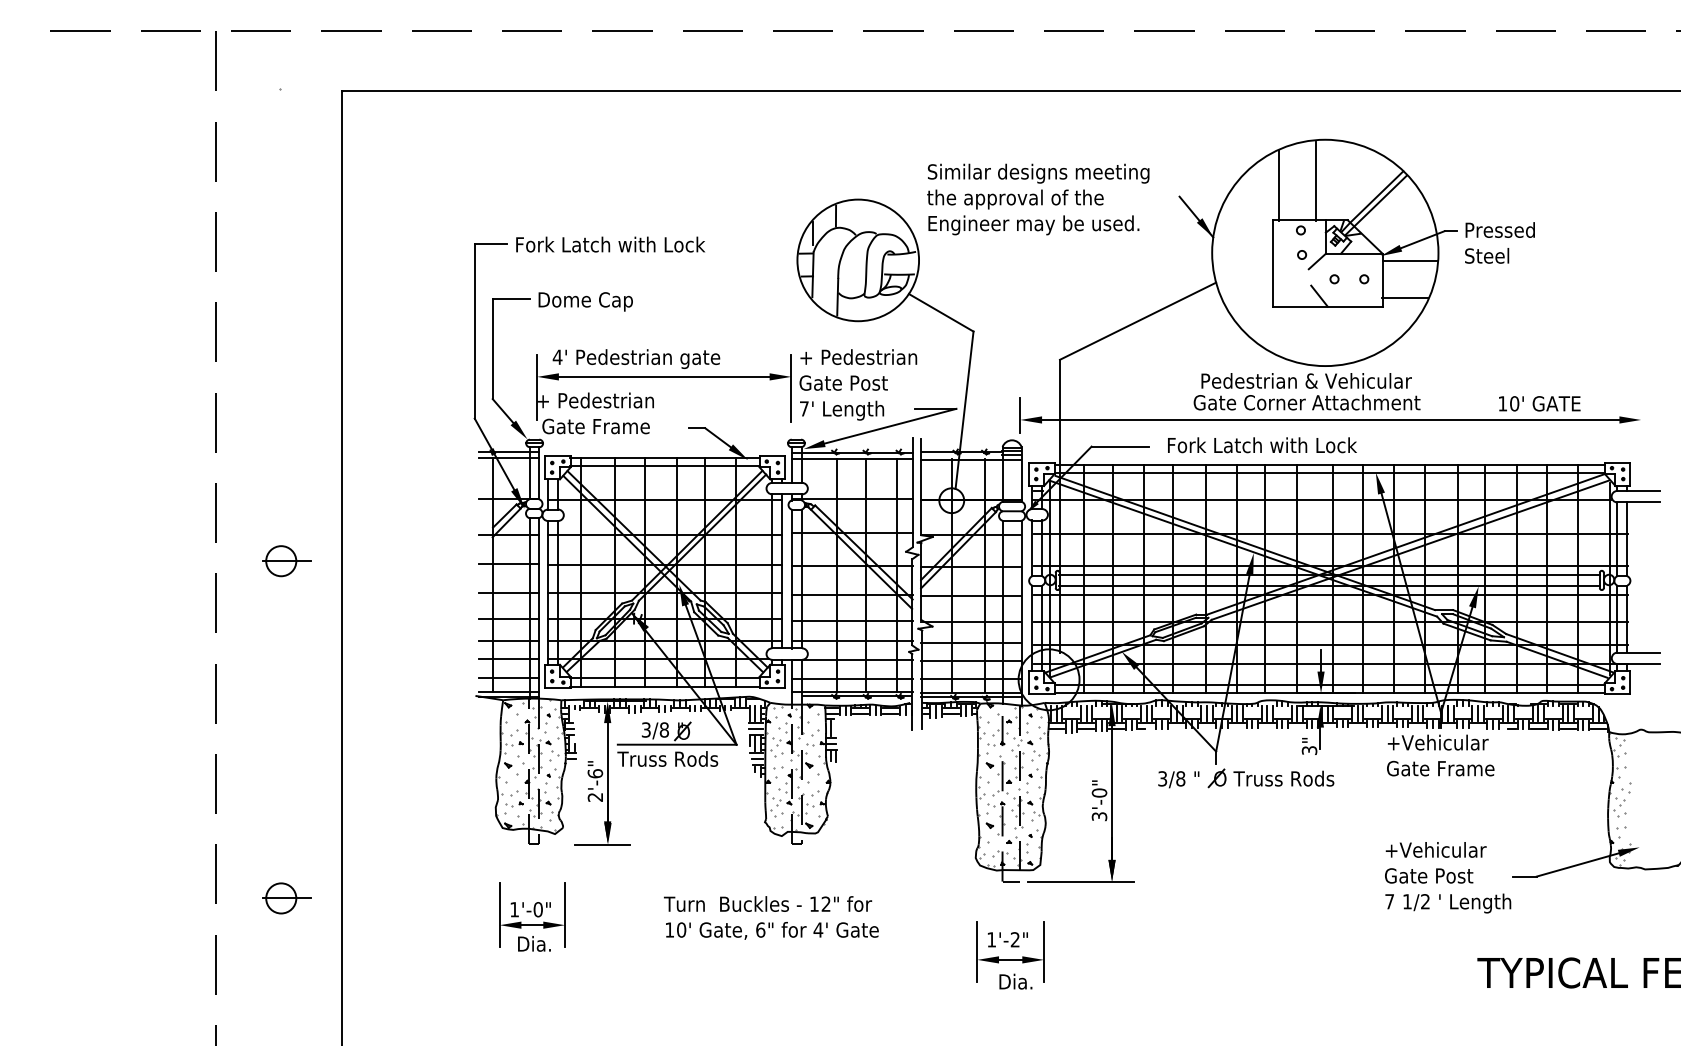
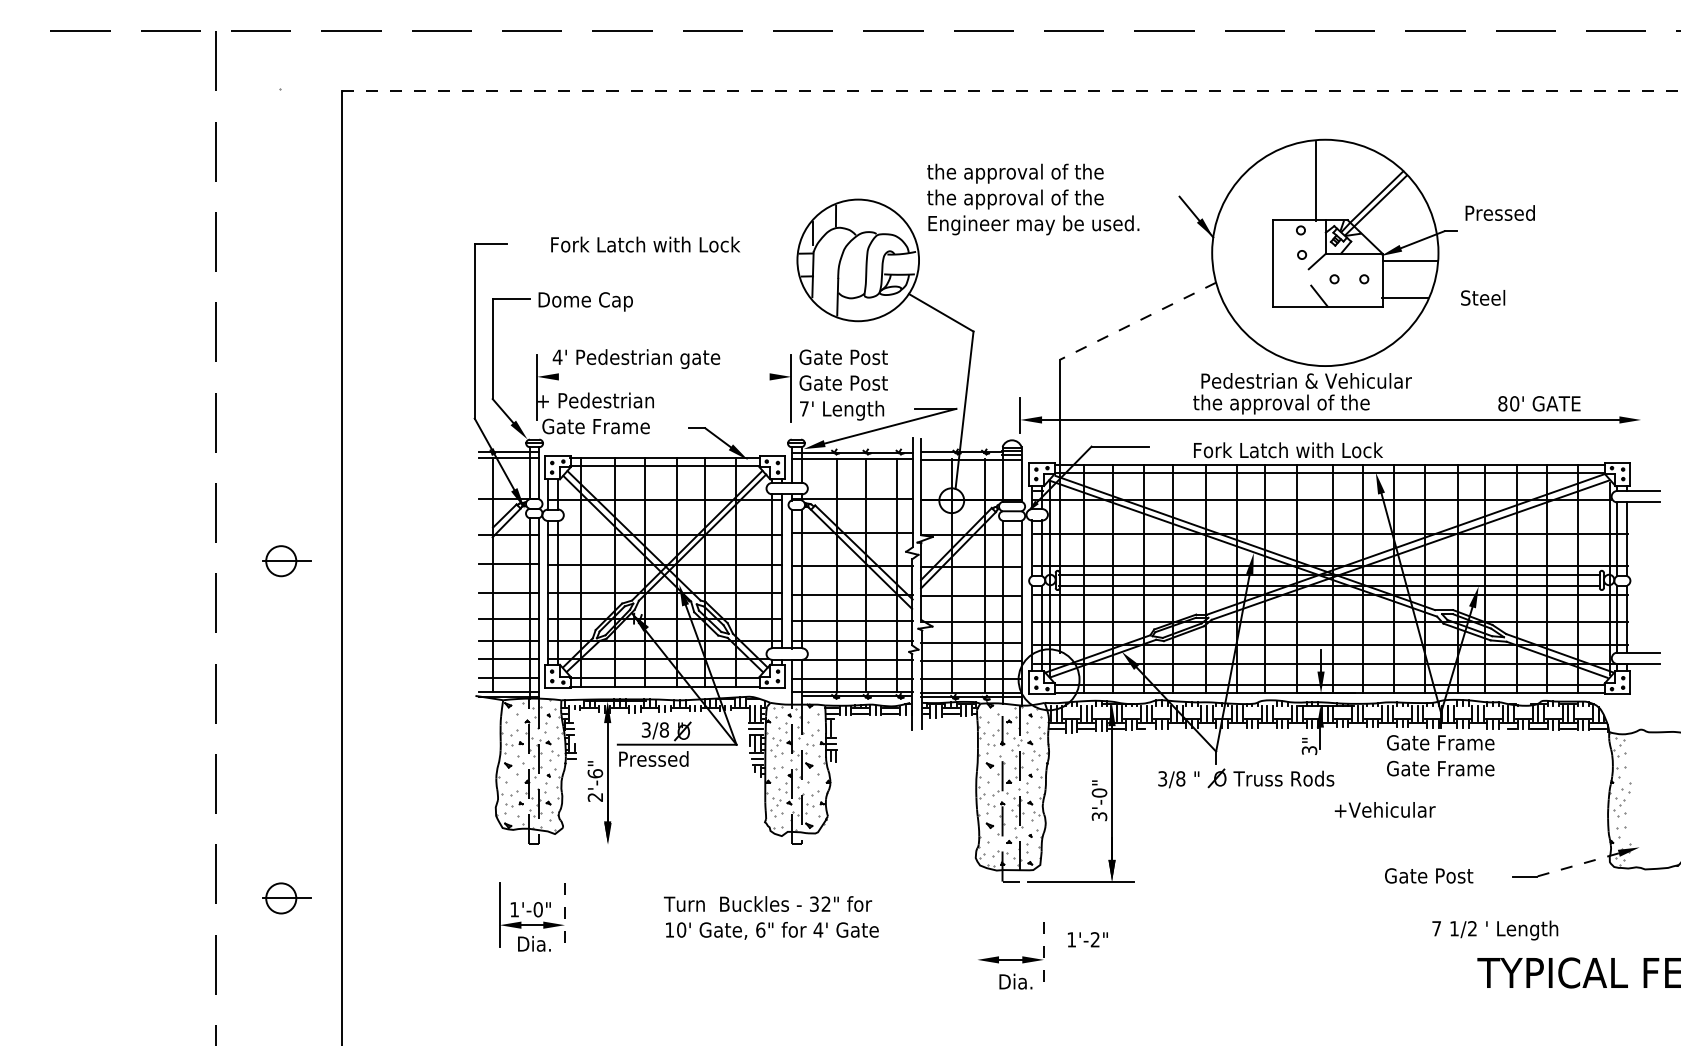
line at (1010, 91): solid -> dashed
text at (1038, 173): Similar designs meeting -> the approval of the
line at (1278, 185): present -> none
text at (1499, 229) position: (1499, 229) -> (1499, 212)
text at (610, 244) position: (610, 244) -> (645, 244)
text at (1487, 255) position: (1487, 255) -> (1483, 297)
line at (1137, 321): solid -> dashed
text at (858, 357): + Pedestrian -> Gate Post
line at (663, 376): present -> none
text at (1502, 403): 10' -> 80'
text at (1306, 404): Gate Corner Attachment -> the approval of the
text at (1262, 445) position: (1262, 445) -> (1288, 450)
text at (1440, 742): +Vehicular -> Gate Frame
text at (667, 758): Truss Rods -> Pressed
line at (602, 844): present -> none
text at (1435, 849) position: (1435, 849) -> (1384, 809)
line at (1577, 864): solid -> dashed
text at (814, 903): 12" -> 32"
text at (1448, 903) position: (1448, 903) -> (1495, 930)
line at (564, 915): solid -> dashed
text at (1007, 939) position: (1007, 939) -> (1087, 939)
line at (977, 951): present -> none
line at (1043, 951): solid -> dashed
